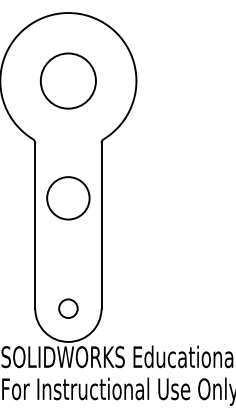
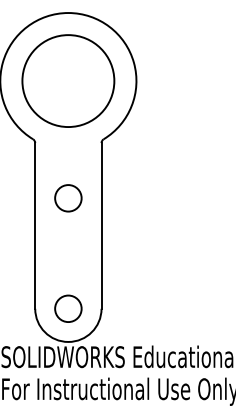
circle at (67, 80) diameter: 55 px -> 92 px
circle at (68, 198) diameter: 42 px -> 27 px
circle at (68, 308) size: 21x21 px -> 29x29 px
